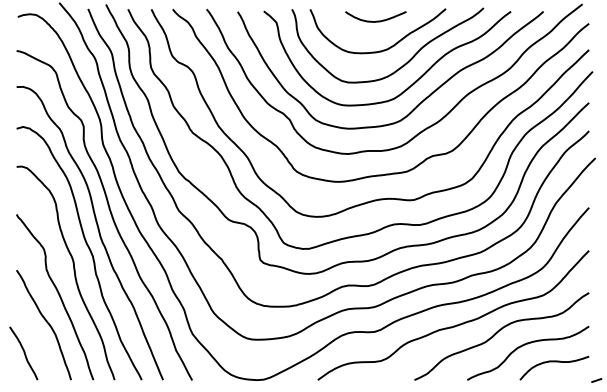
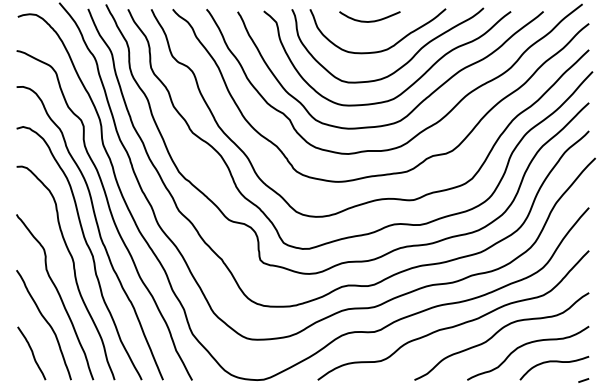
curve at (375, 20) position: (375, 20) -> (369, 20)
curve at (23, 353) position: (23, 353) -> (31, 353)
line at (596, 380) position: (596, 380) -> (583, 380)
